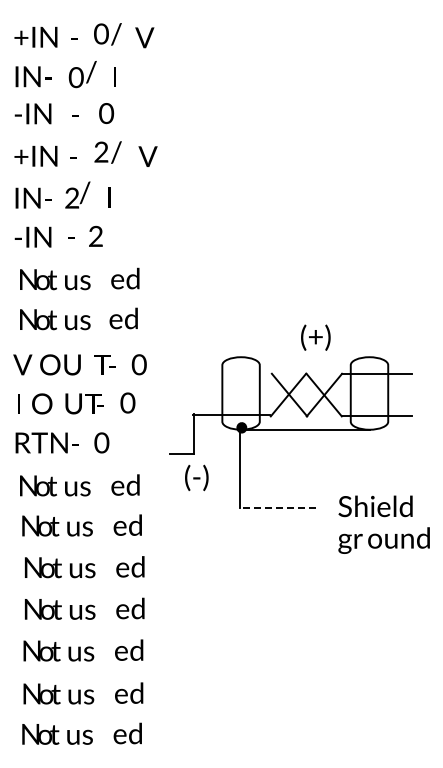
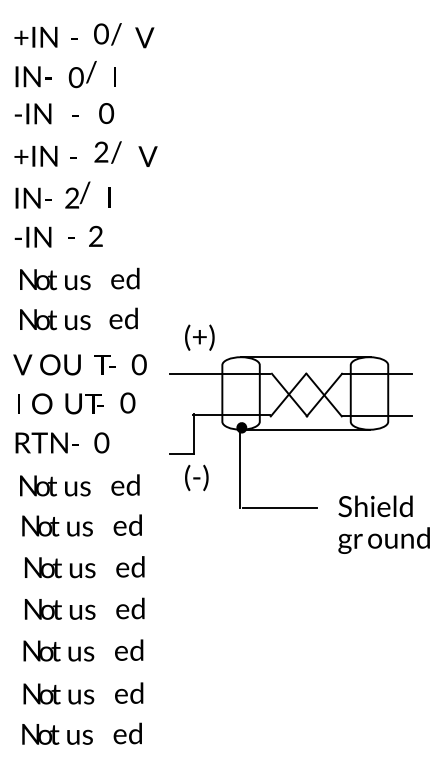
text at (315, 337) position: (315, 337) -> (199, 337)
line at (306, 357): none -> present
line at (219, 373): none -> present
line at (279, 507): dashed -> solid
